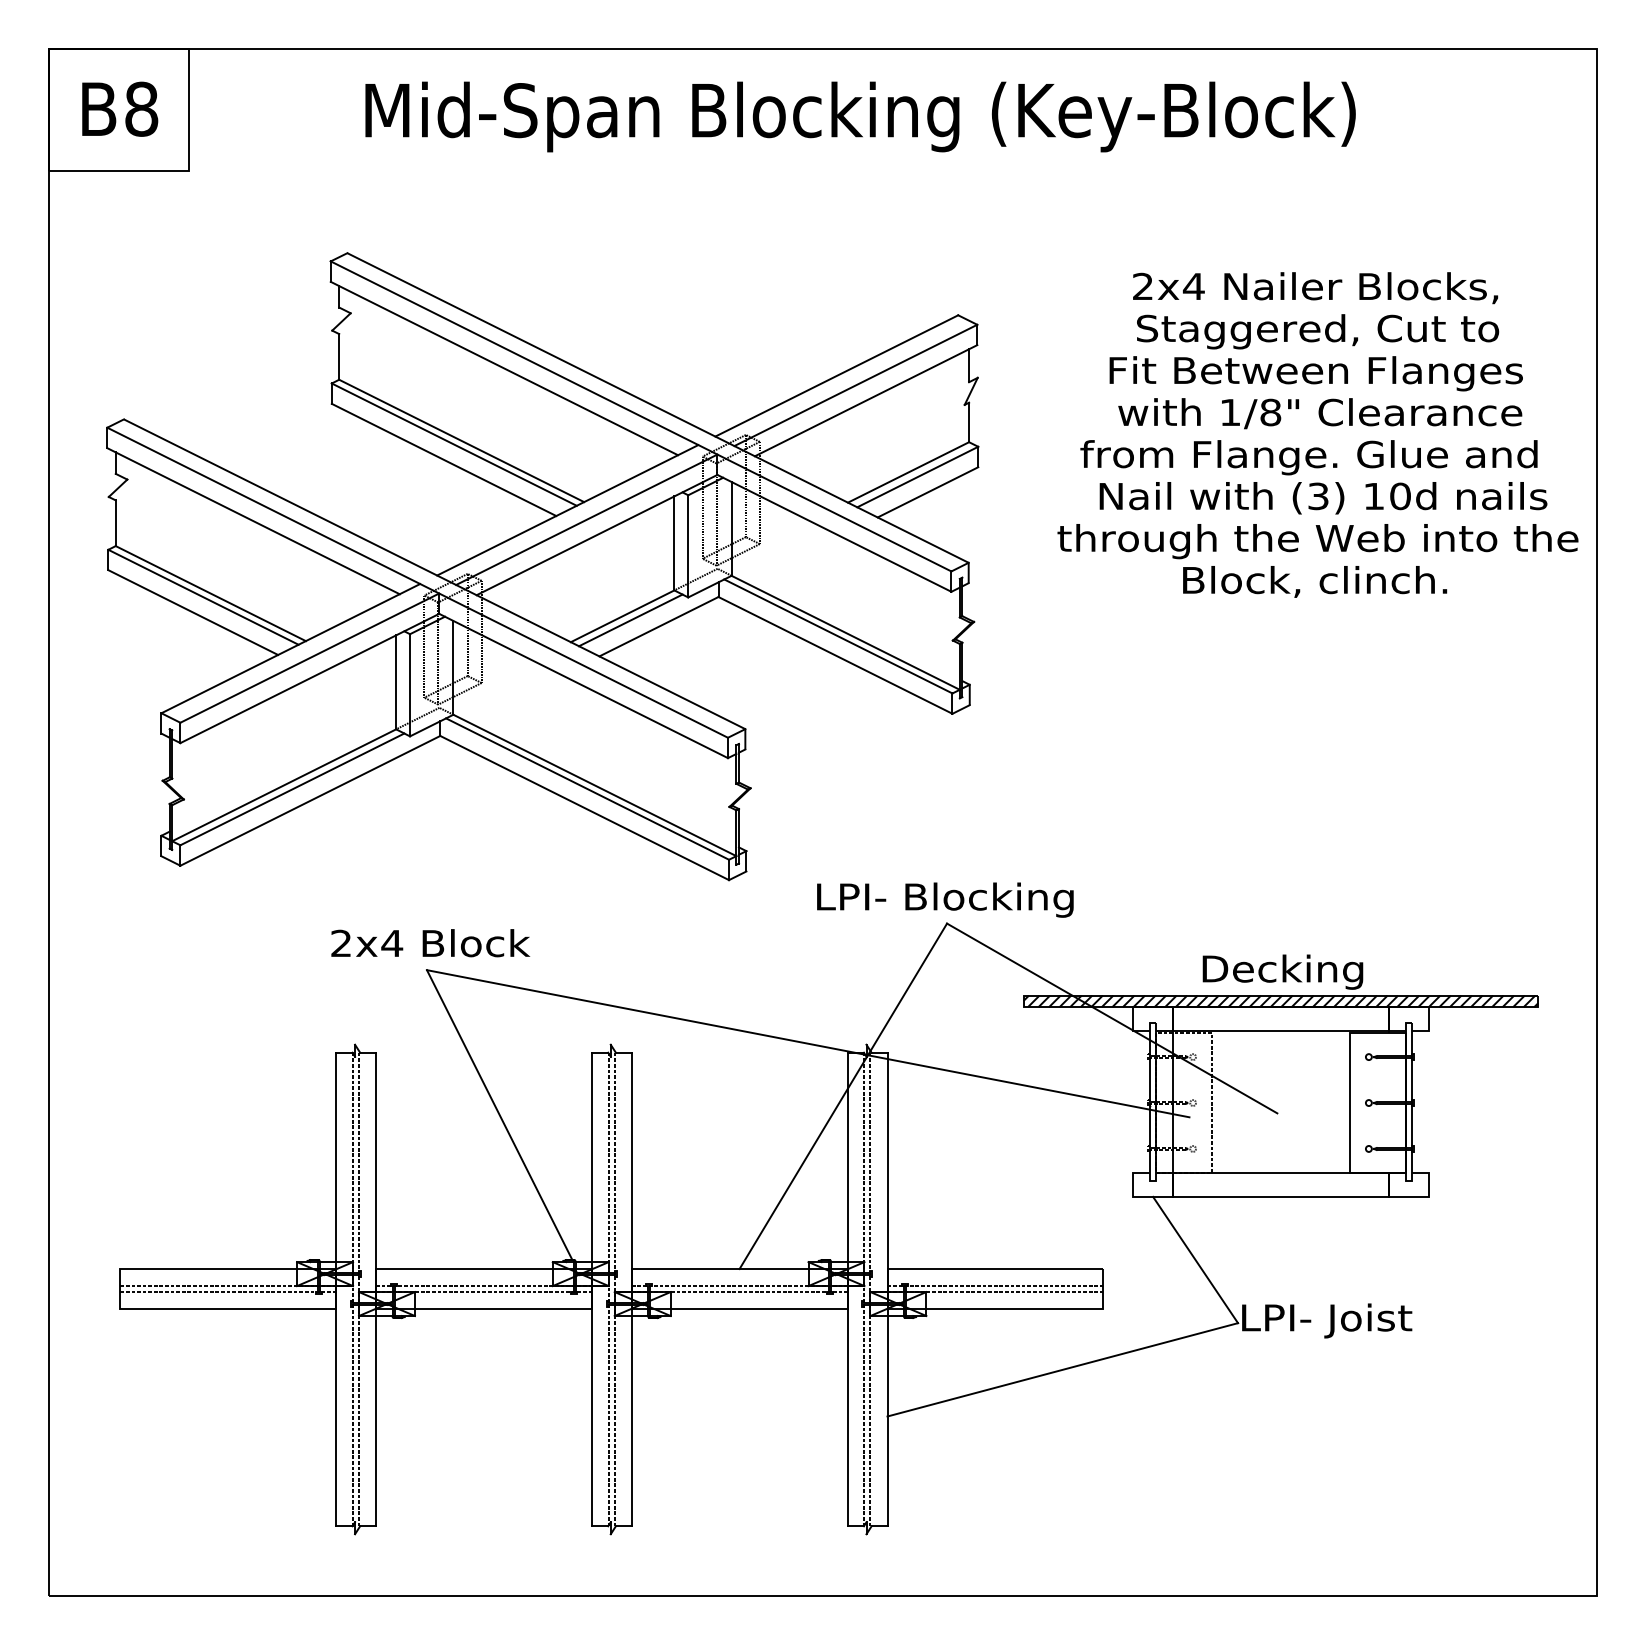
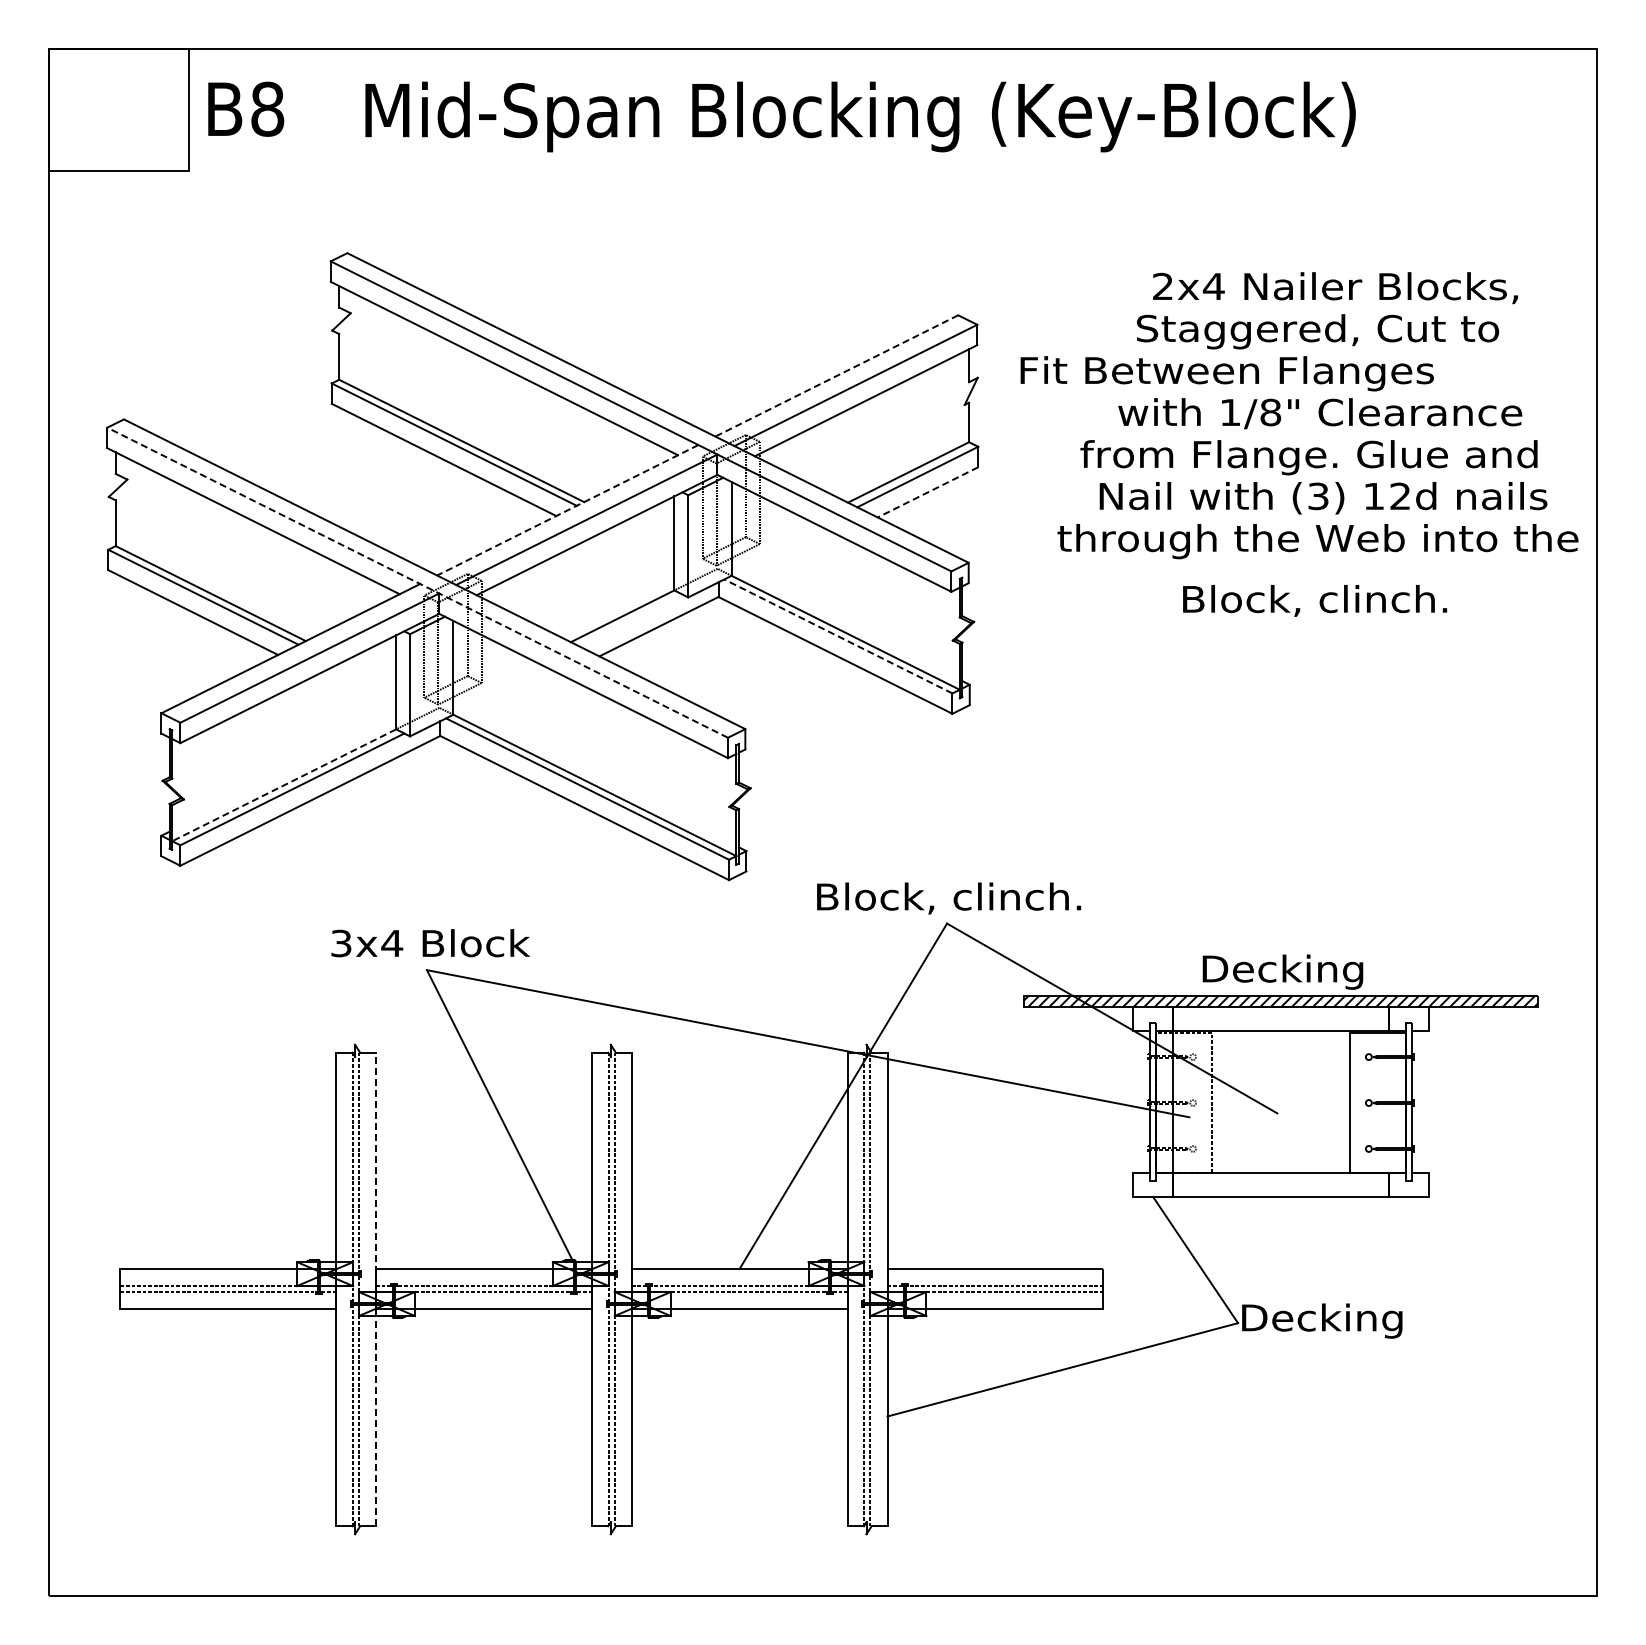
text at (120, 108) position: (120, 108) -> (246, 108)
text at (1315, 288) position: (1315, 288) -> (1335, 288)
text at (1315, 373) position: (1315, 373) -> (1226, 373)
line at (836, 375): solid -> dashed
line at (927, 492): solid -> dashed
text at (1400, 496): 10d -> 12d
line at (567, 510): solid -> dashed
text at (1315, 581) position: (1315, 581) -> (1315, 600)
line at (417, 582): solid -> dashed
line at (630, 620): present -> none
line at (838, 636): solid -> dashed
line at (283, 785): solid -> dashed
text at (951, 899): LPI- Blocking -> Block, clinch.
text at (341, 943): 2x4 -> 3x4
line at (376, 1289): solid -> dashed
text at (1329, 1320): LPI- Joist -> Decking
